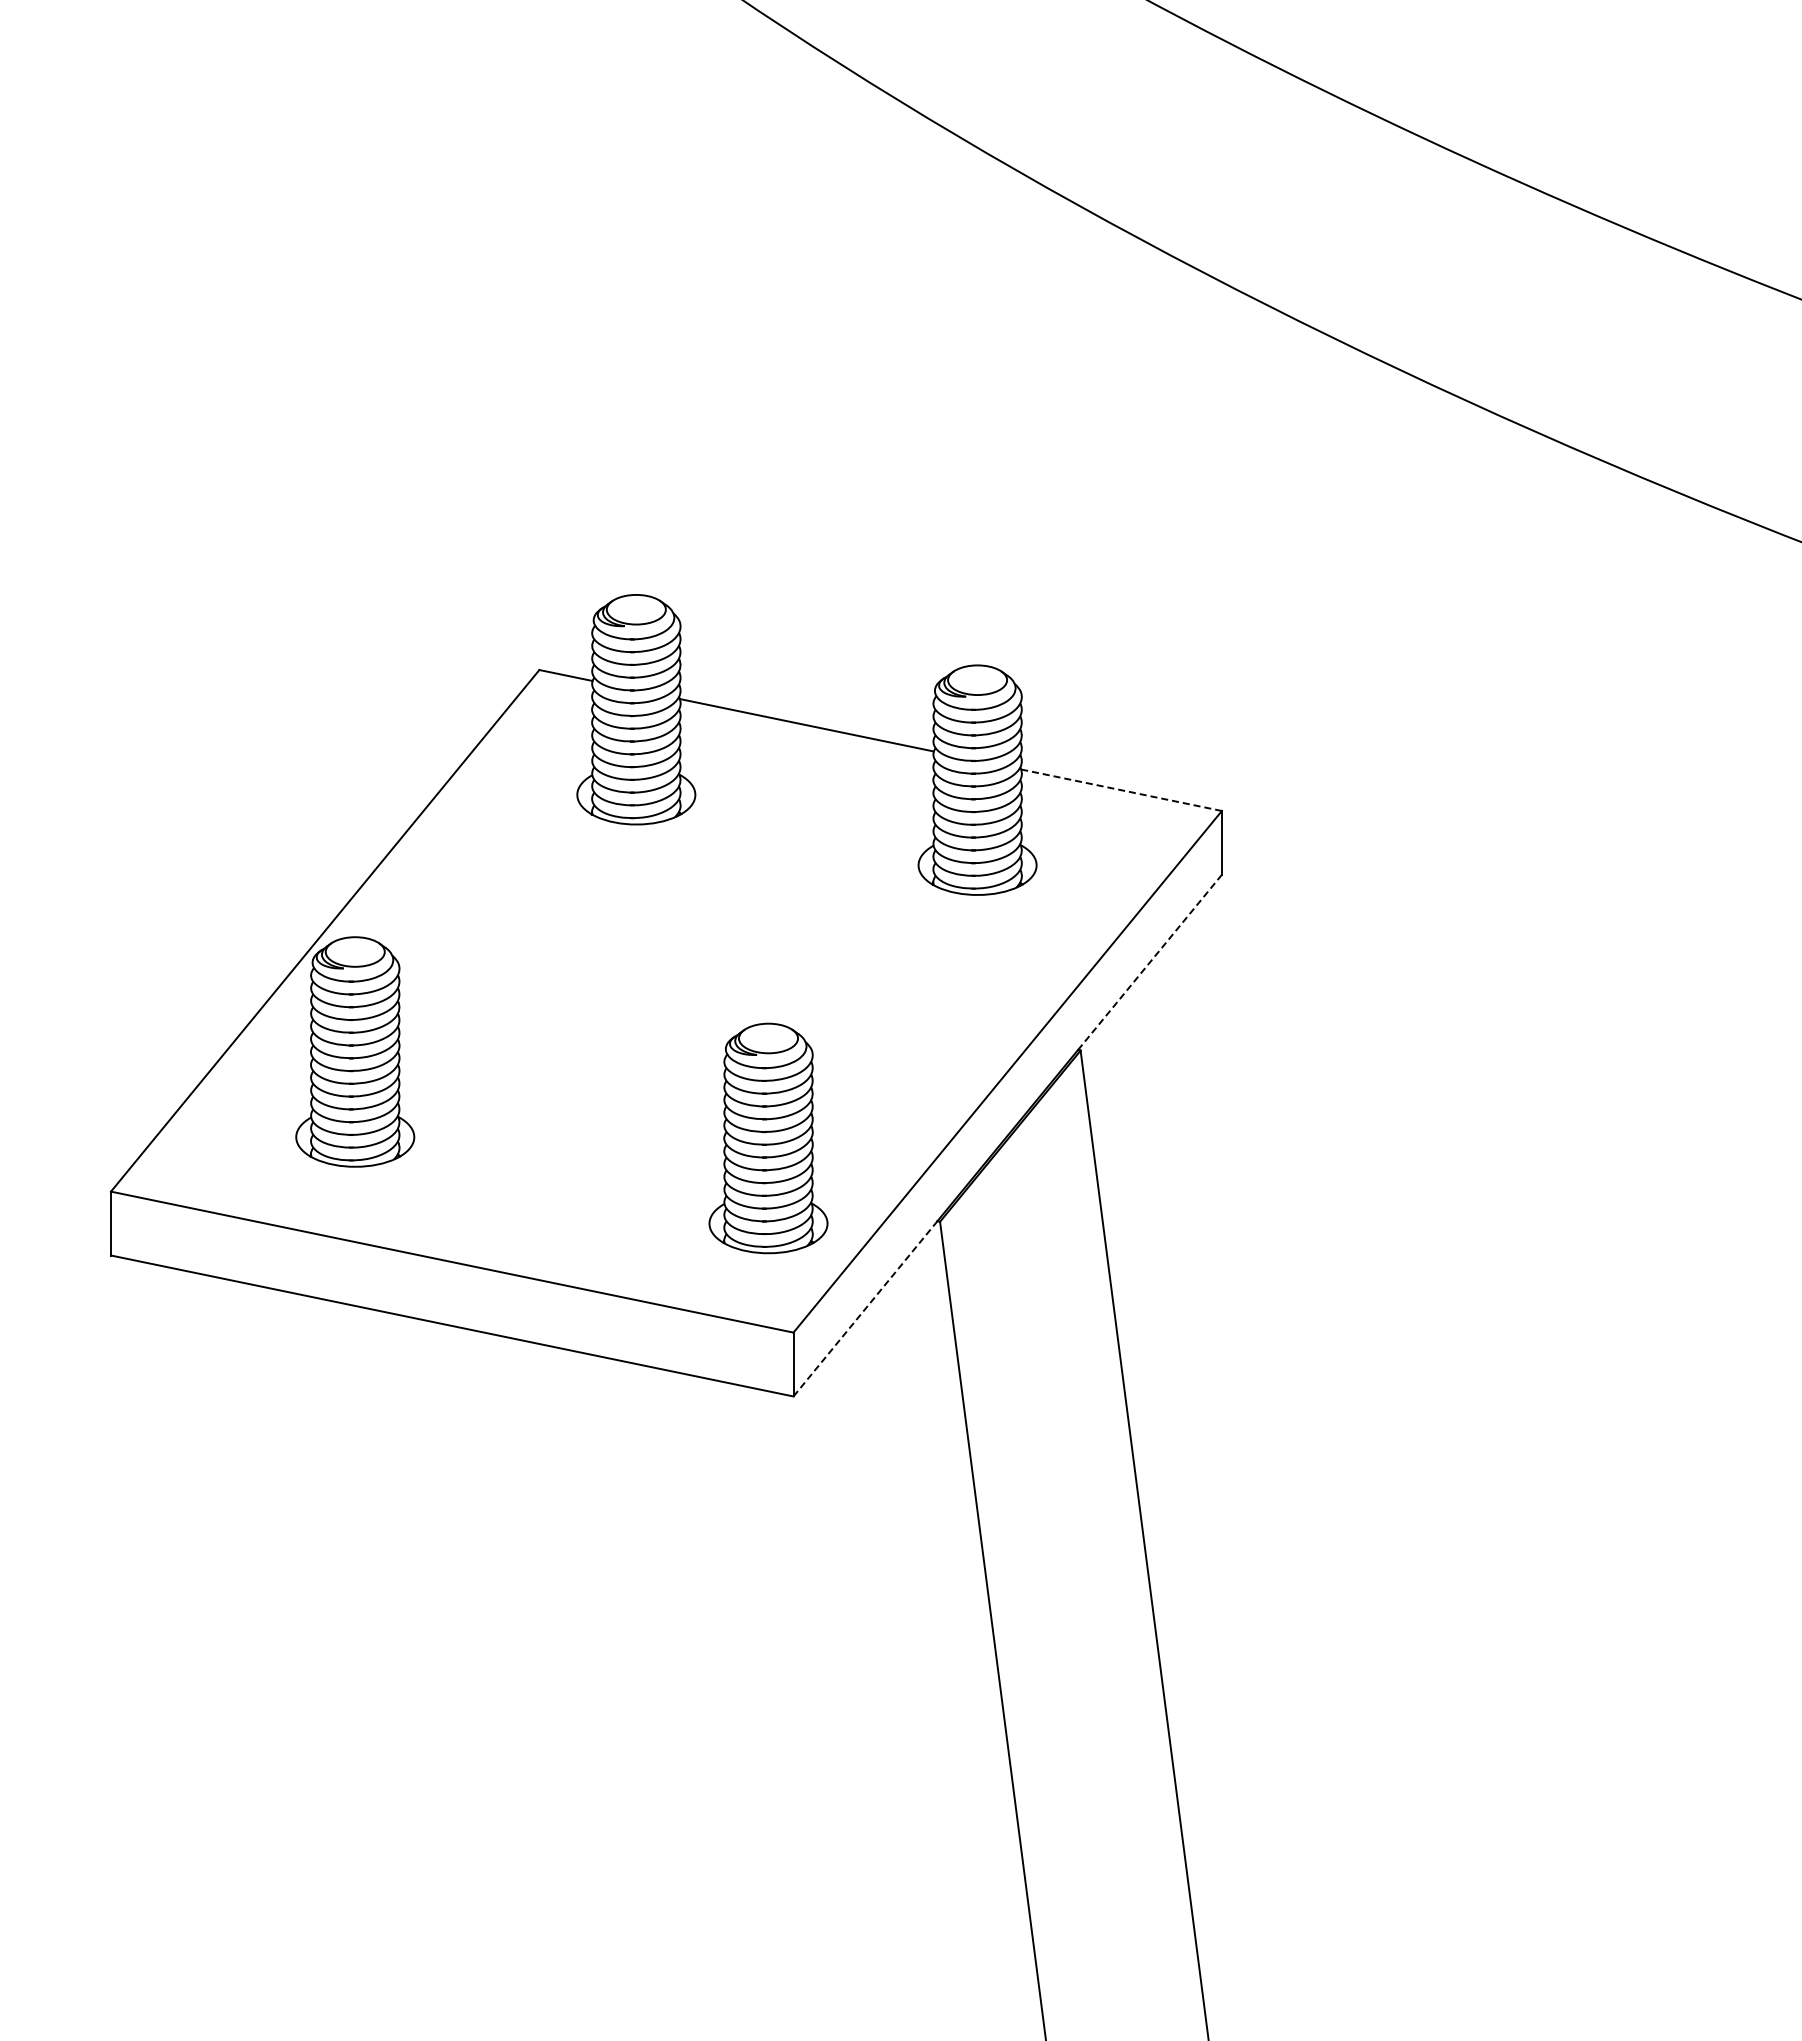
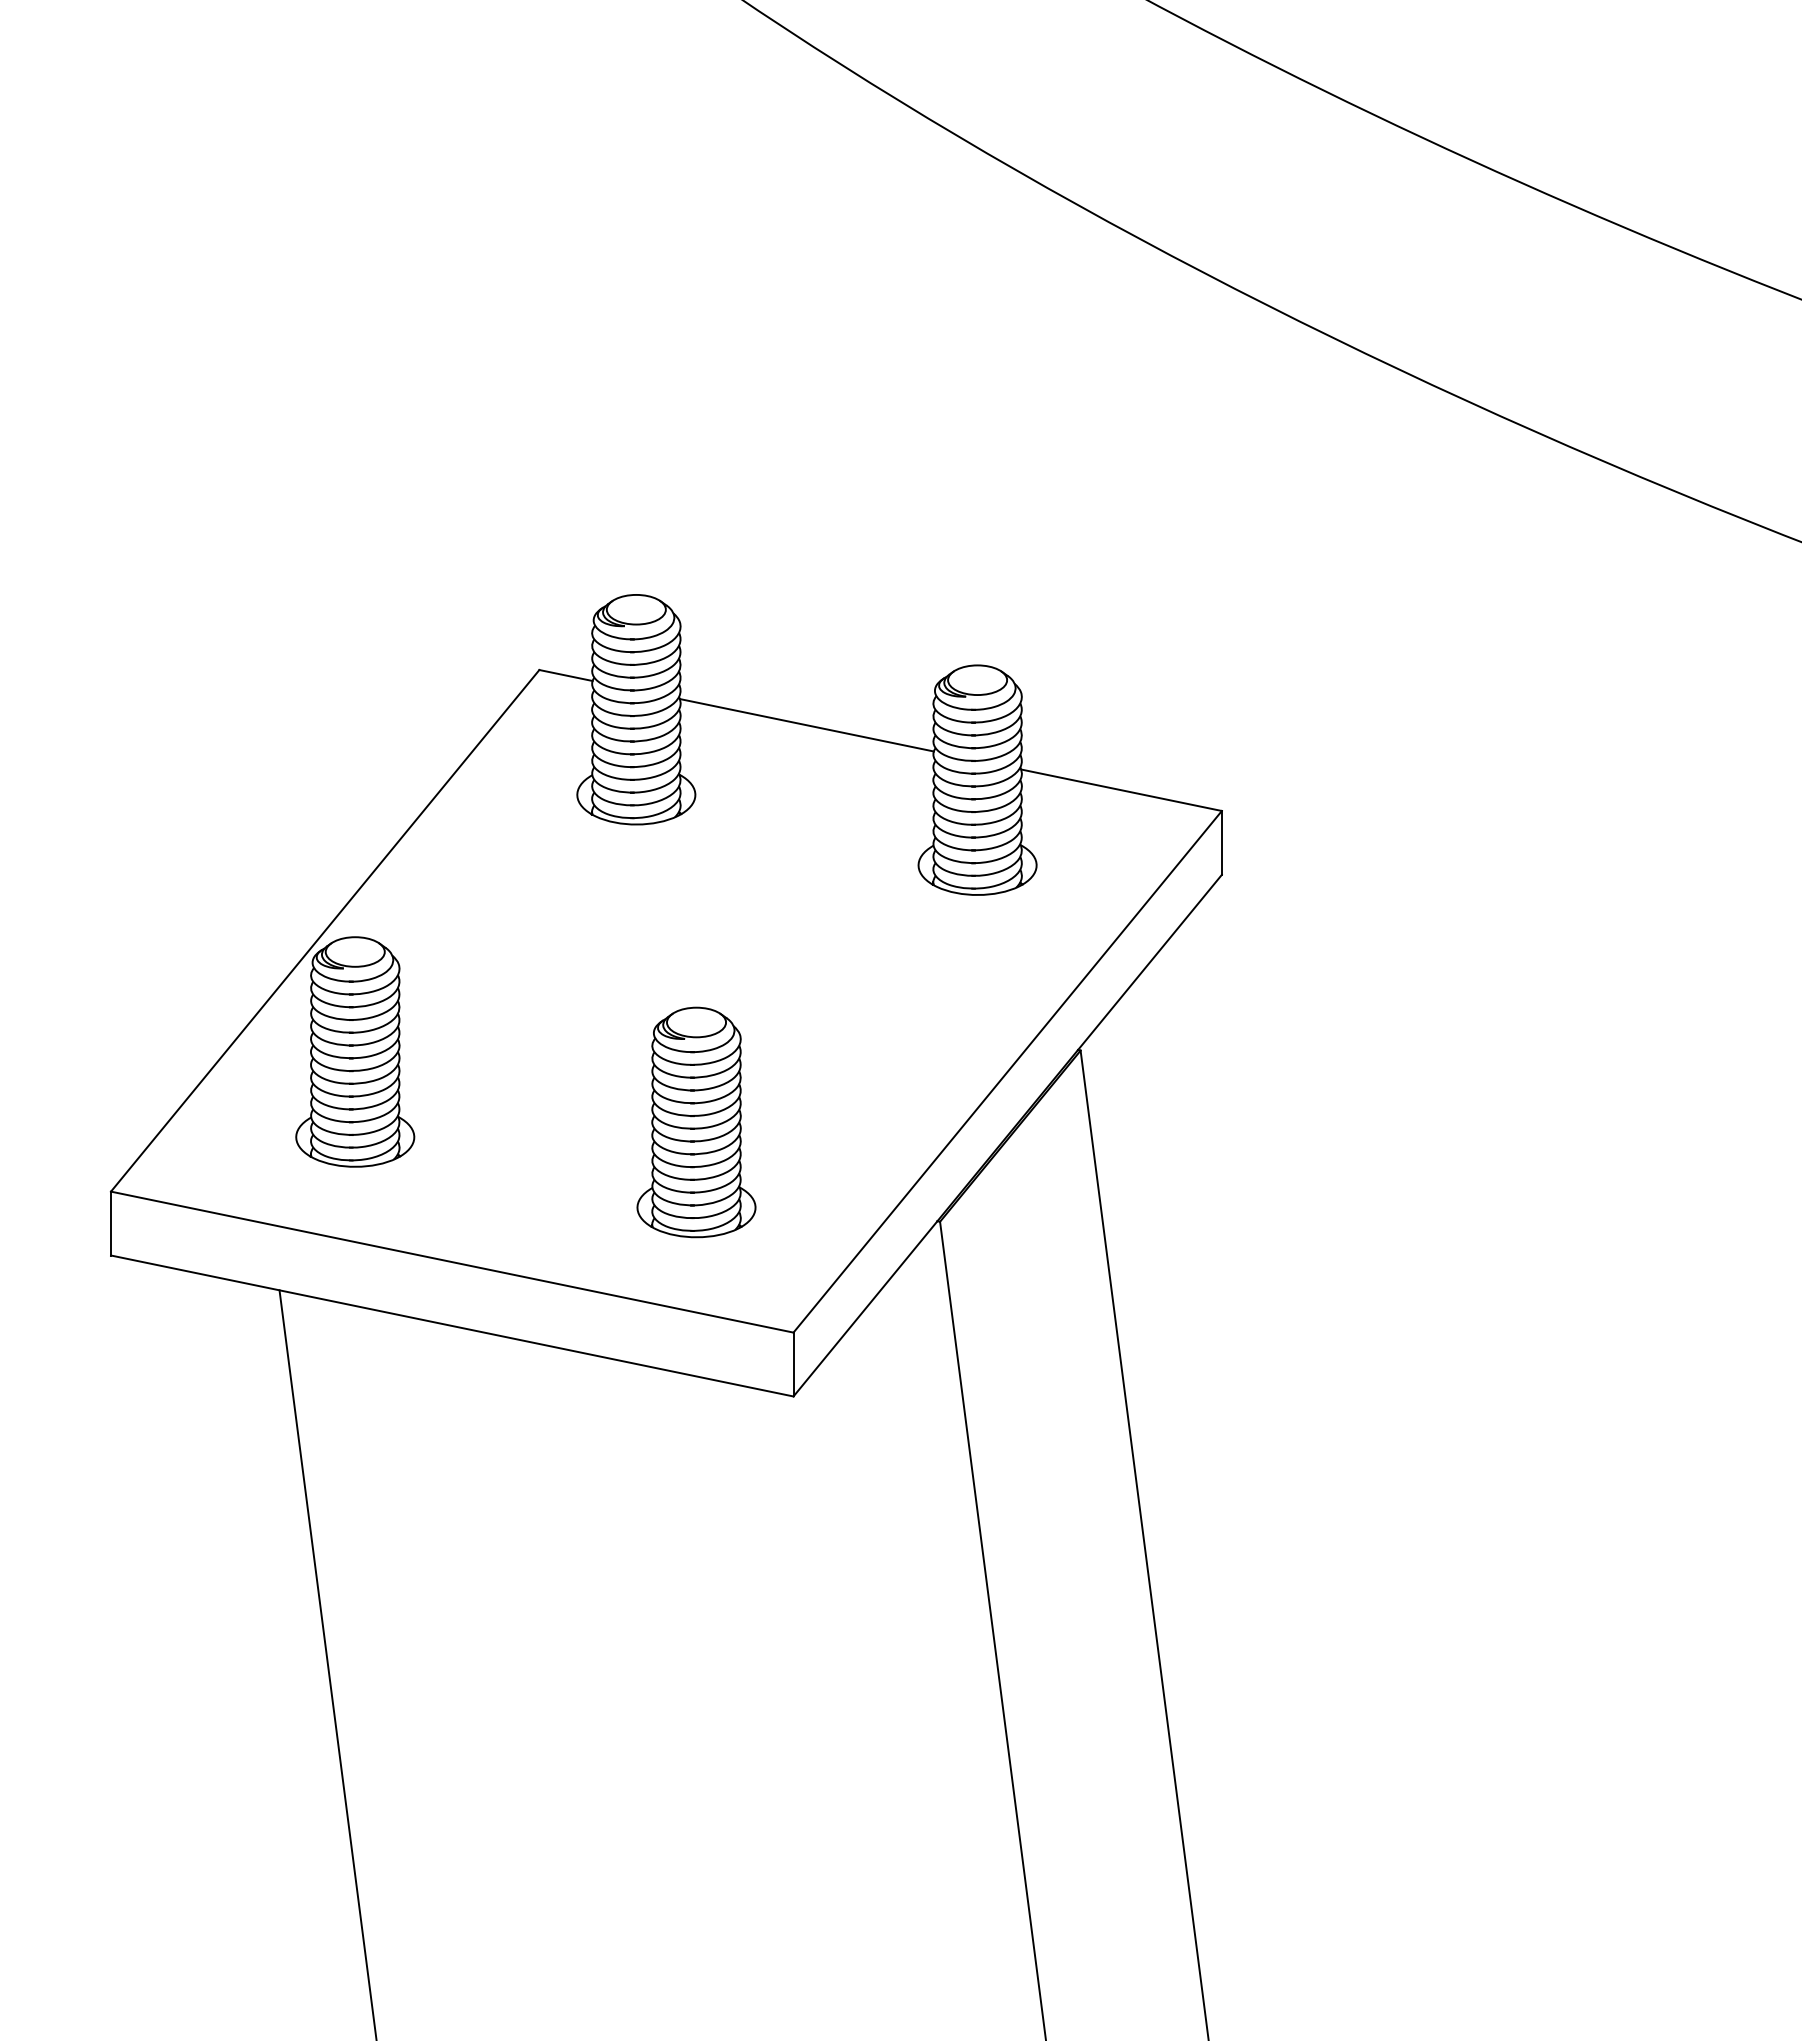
line at (1122, 790): dashed -> solid
line at (1150, 962): dashed -> solid
part at (768, 1138) position: (768, 1138) -> (696, 1122)
line at (865, 1308): dashed -> solid
line at (327, 1663): none -> present
